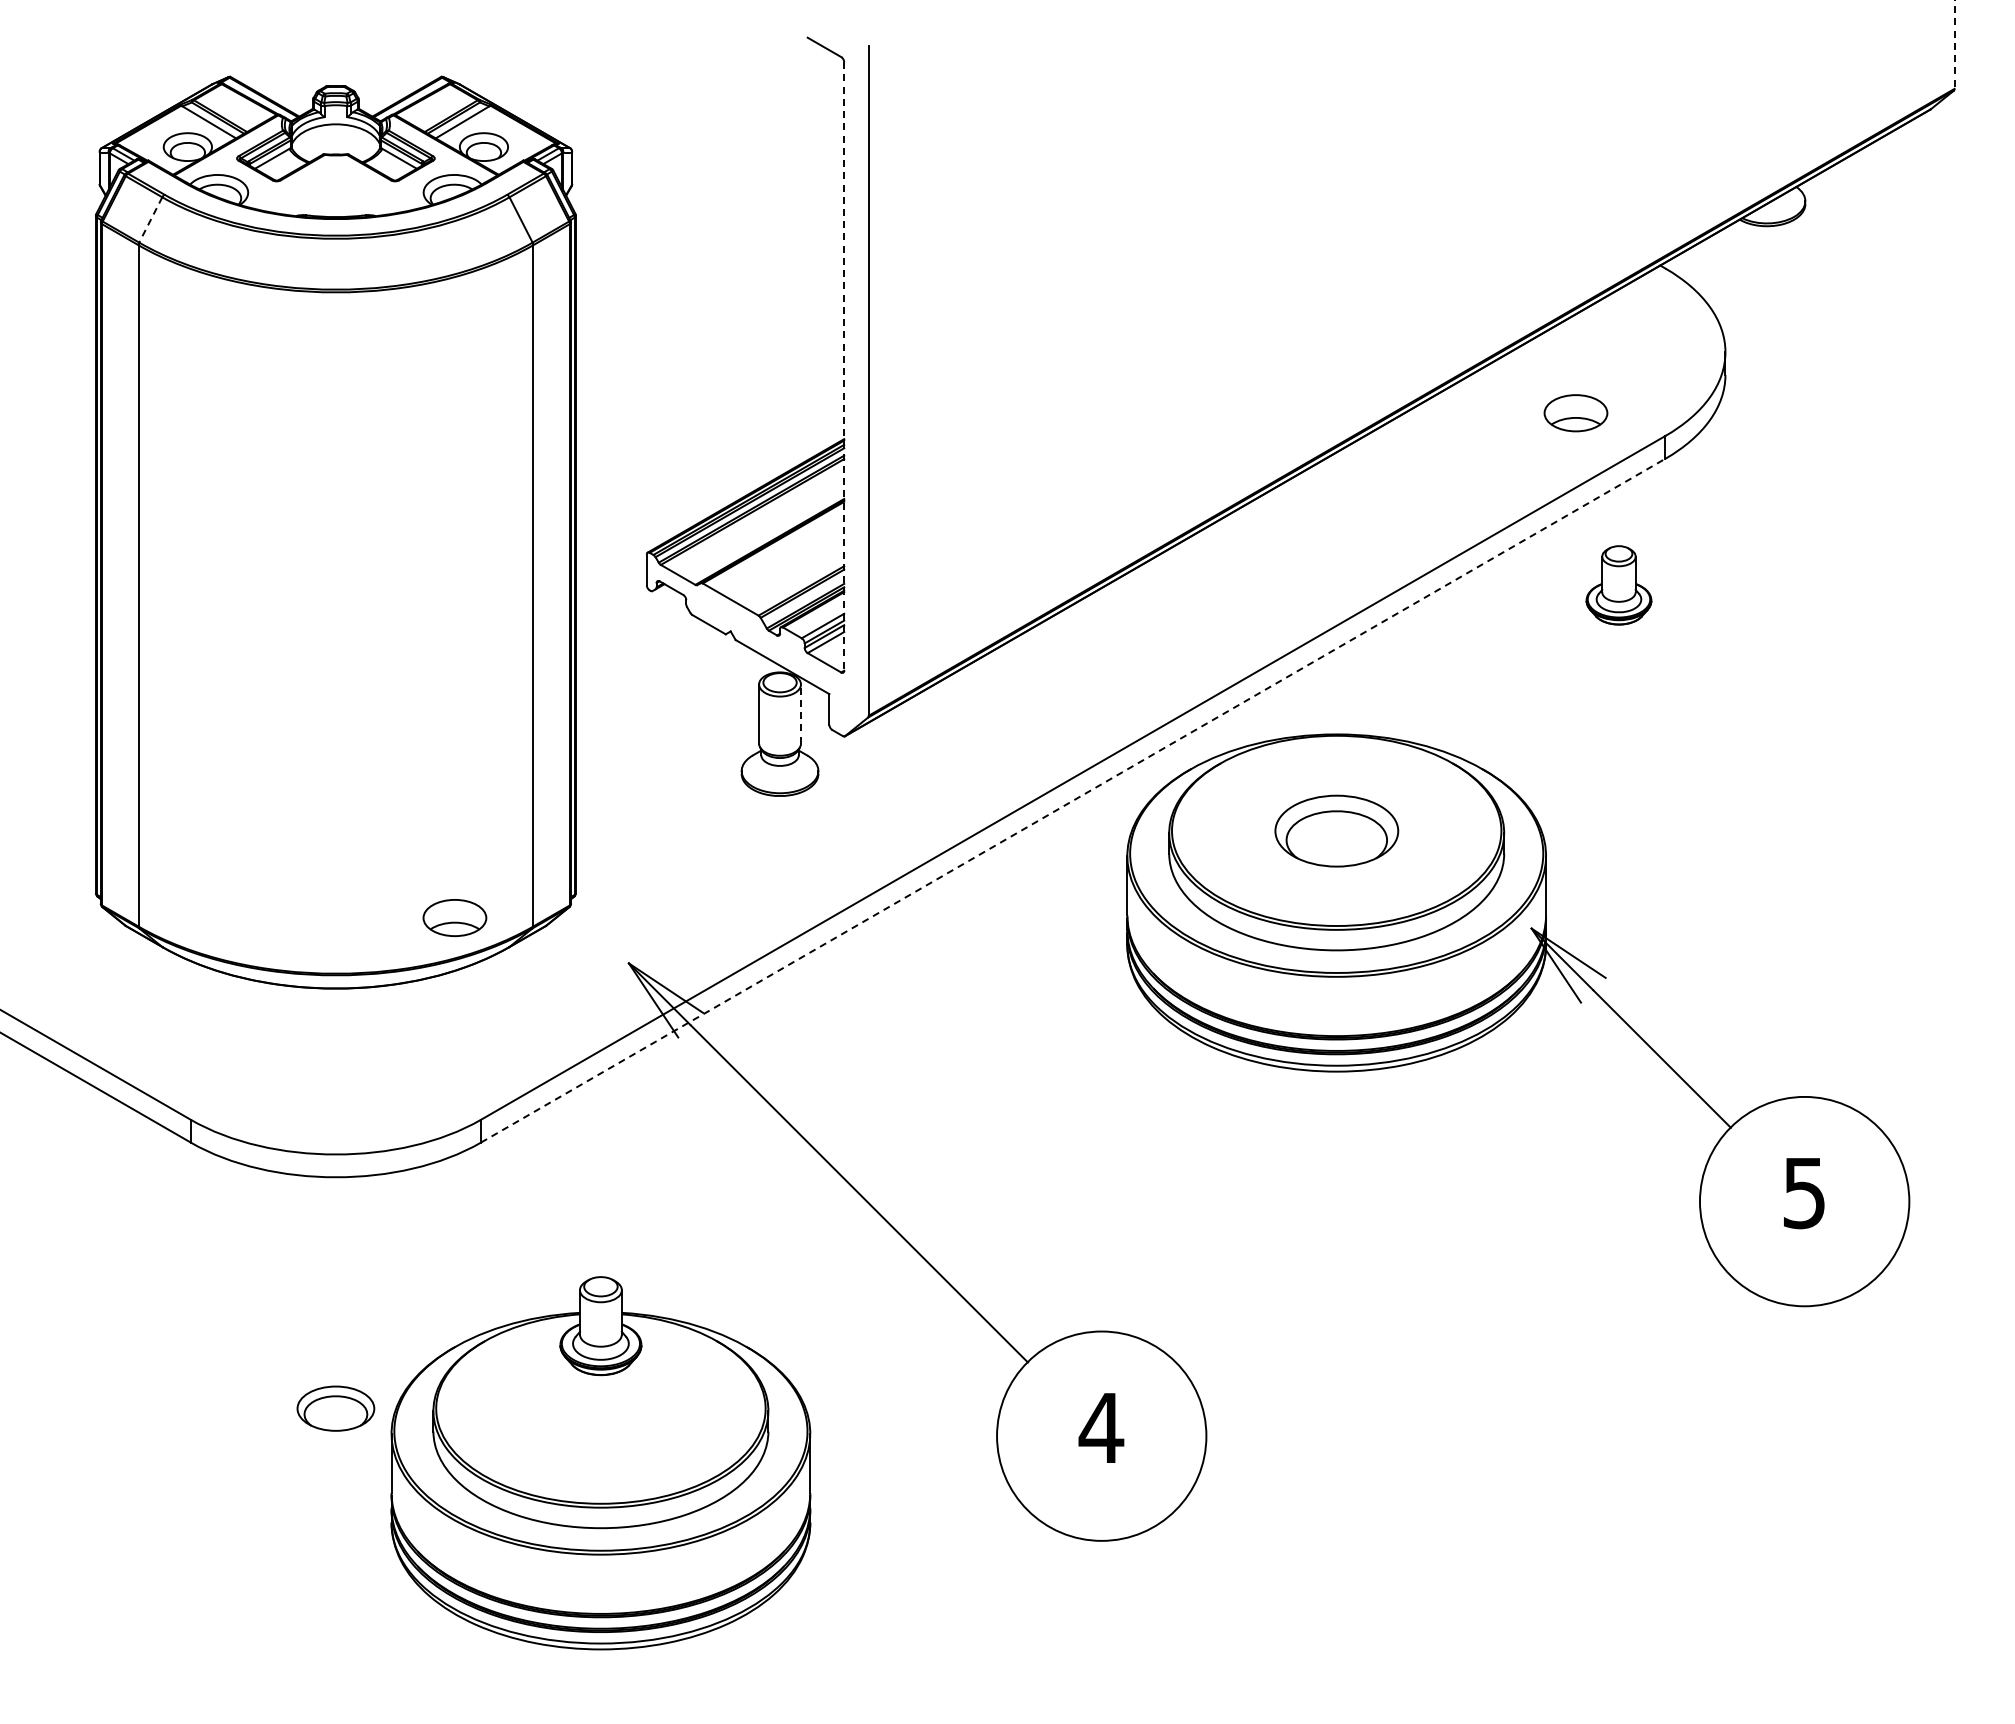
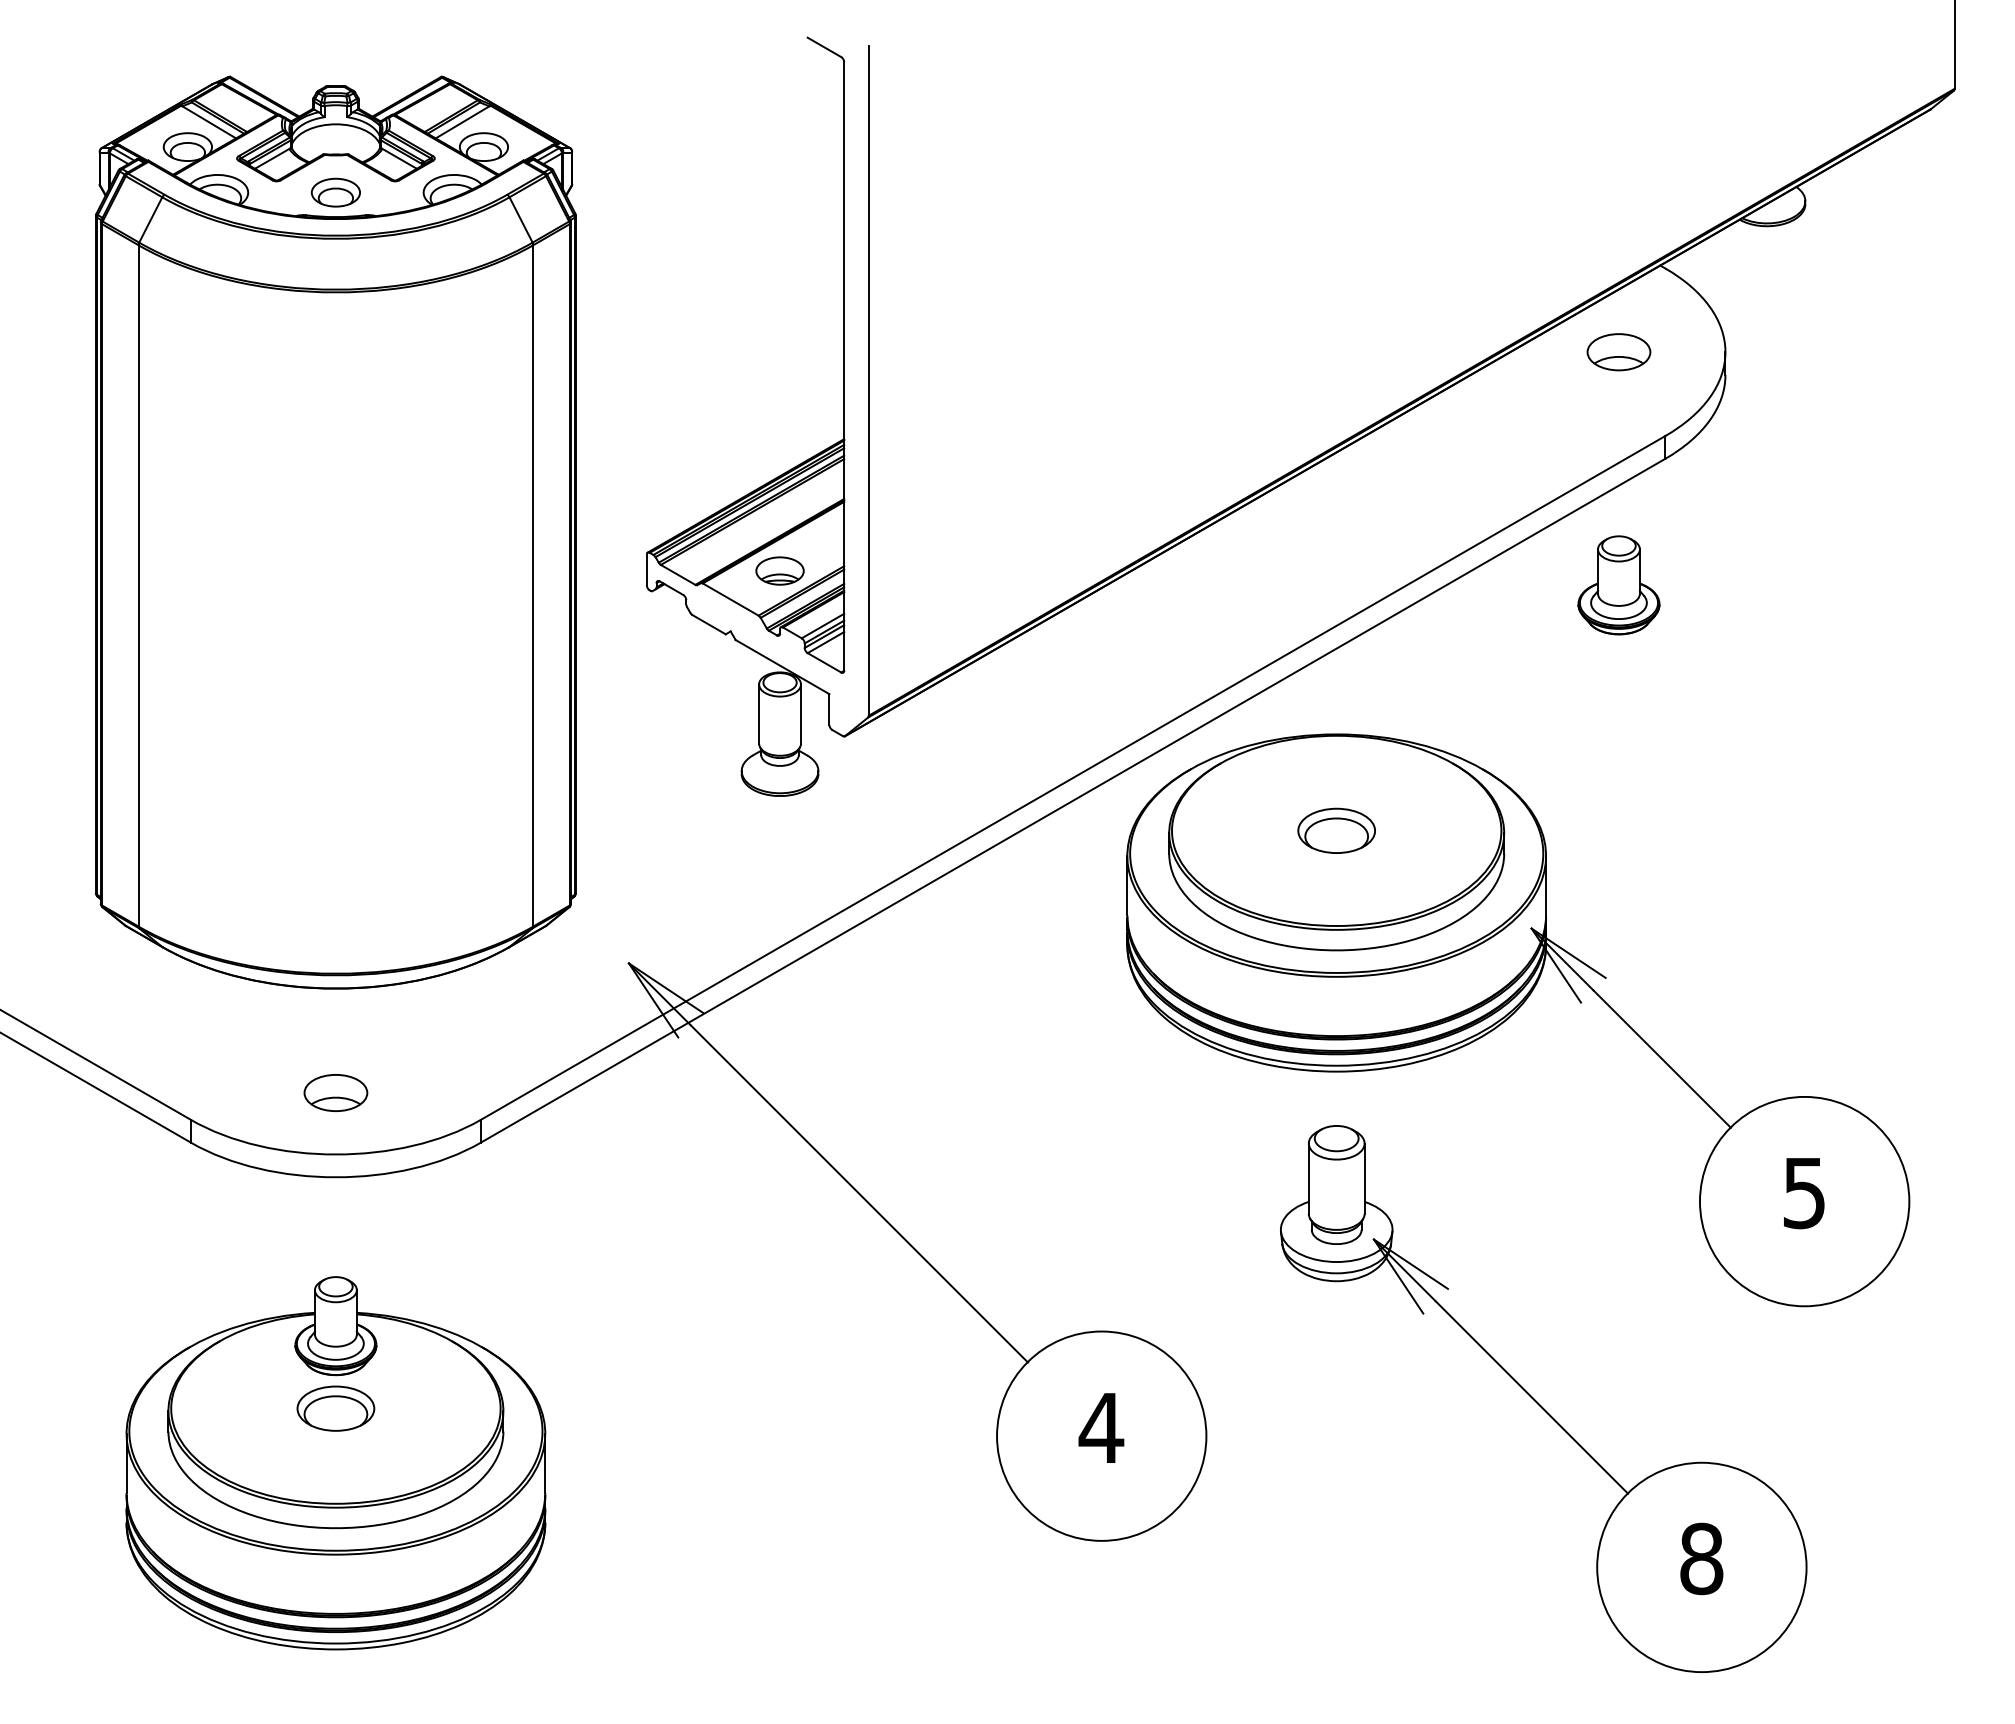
line at (1954, 44): dashed -> solid
part at (335, 192): none -> present
line at (150, 220): dashed -> solid
line at (844, 367): dashed -> solid
part at (1575, 413) position: (1575, 413) -> (1618, 352)
part at (779, 570): none -> present
part at (1618, 585) size: 68x81 px -> 84x101 px
line at (801, 714): dashed -> solid
line at (1073, 800): dashed -> solid
part at (1336, 830) size: 126x74 px -> 79x47 px
part at (454, 917) position: (454, 917) -> (335, 1092)
part at (1538, 1402): none -> present
part at (600, 1463) position: (600, 1463) -> (335, 1463)
